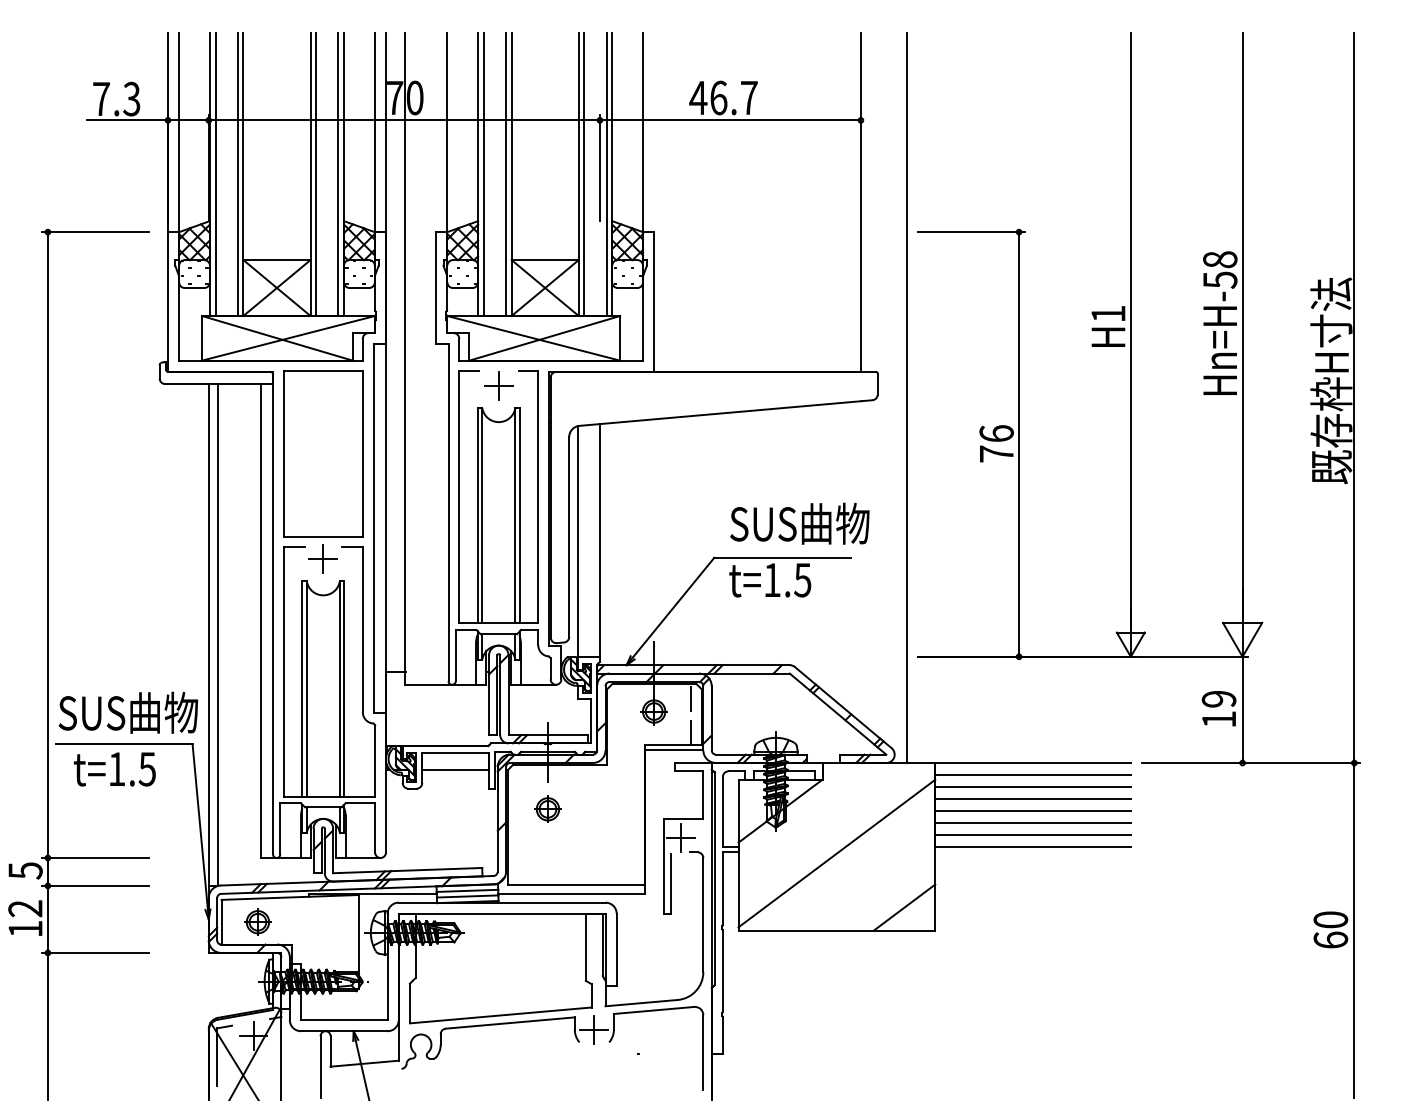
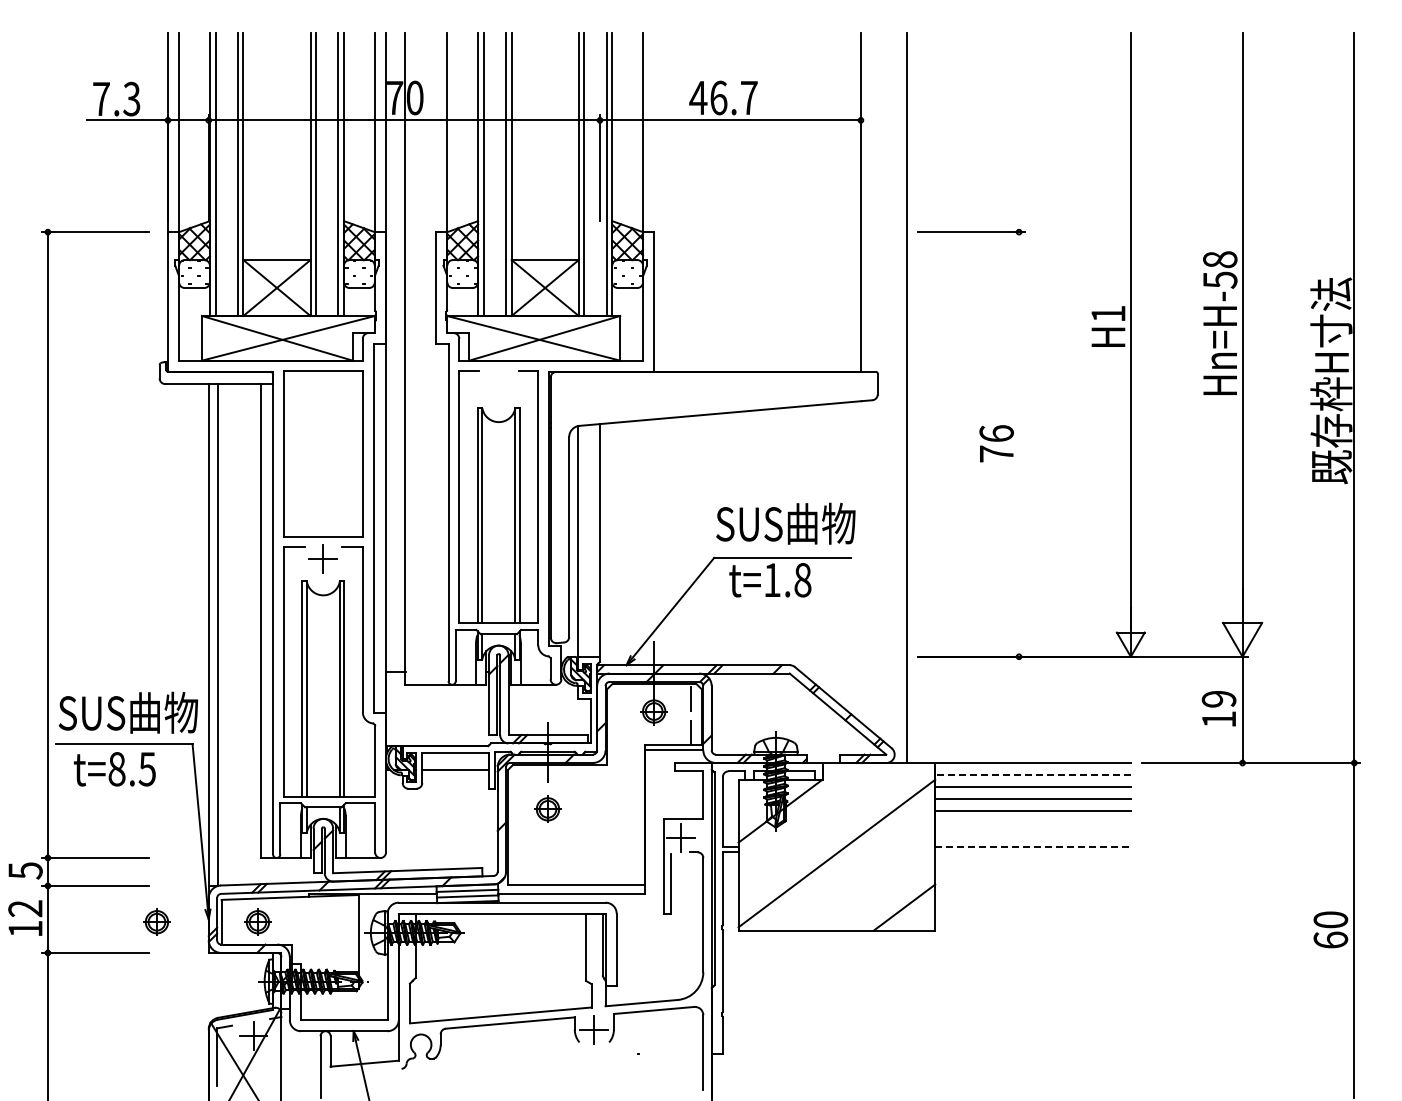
part at (498, 385): present -> none
line at (1019, 444): present -> none
text at (799, 523) position: (799, 523) -> (785, 523)
text at (802, 580): t=1.5 -> t=1.8
text at (116, 769): t=1.5 -> t=8.5
line at (1033, 775): solid -> dashed
line at (1032, 822): present -> none
line at (1032, 834): present -> none
line at (1033, 846): solid -> dashed
part at (156, 921): none -> present
